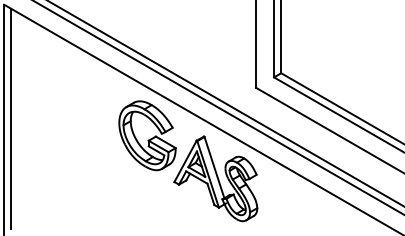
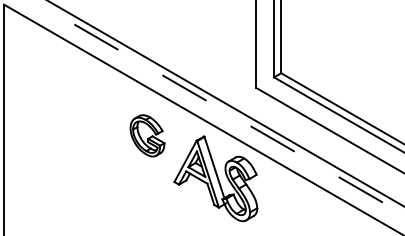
line at (218, 107): solid -> dashed
line at (11, 118): present -> none
part at (147, 135) size: 59x72 px -> 37x44 px
